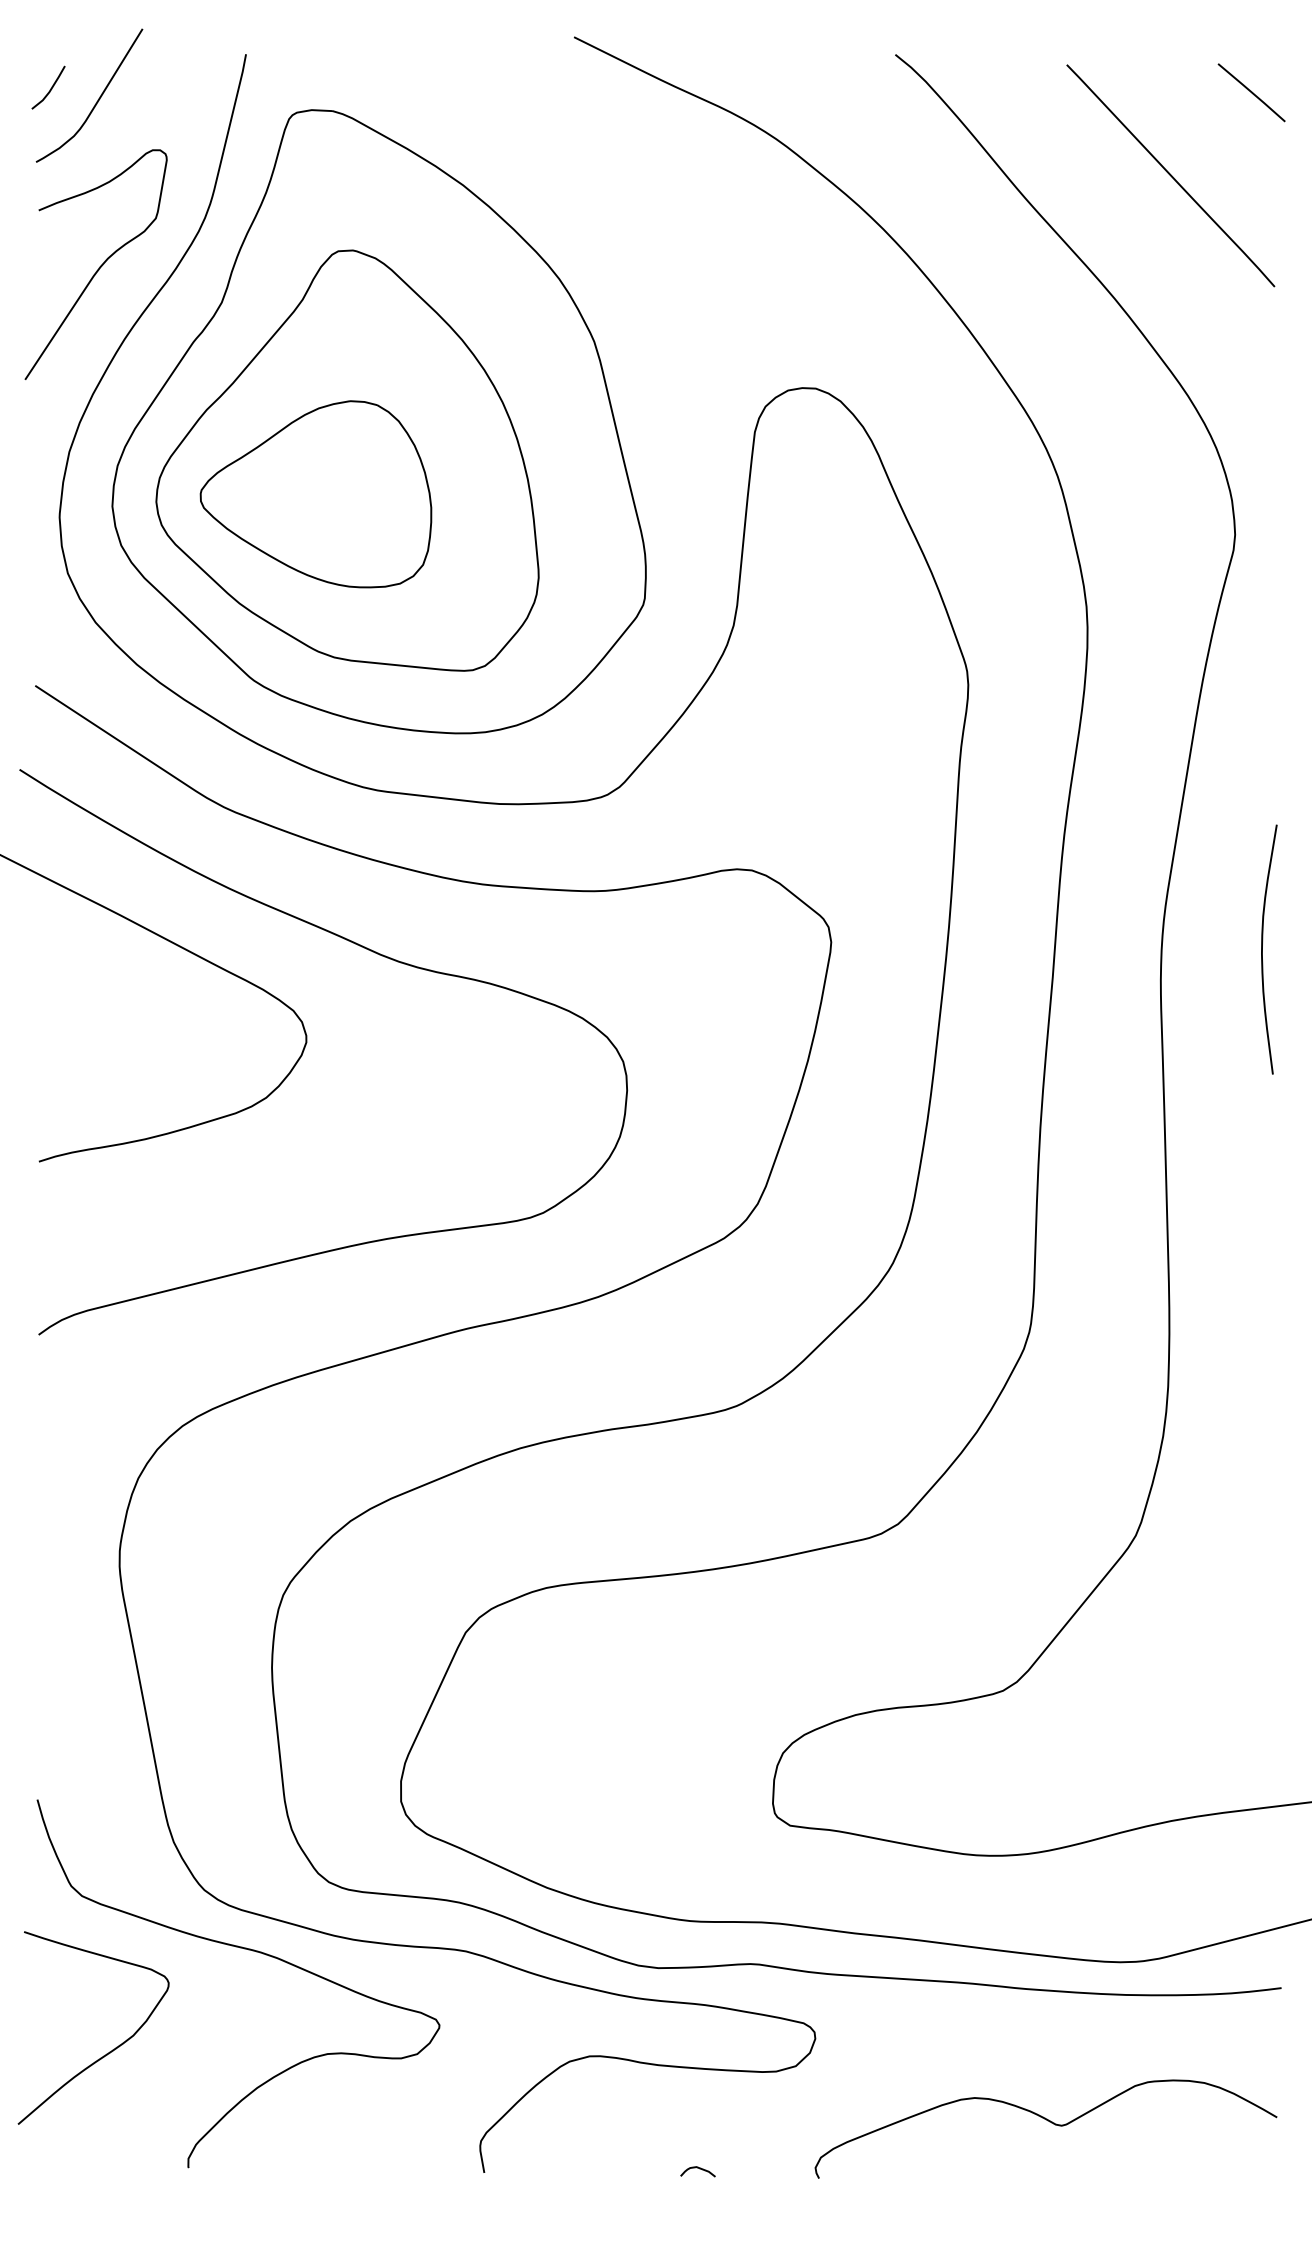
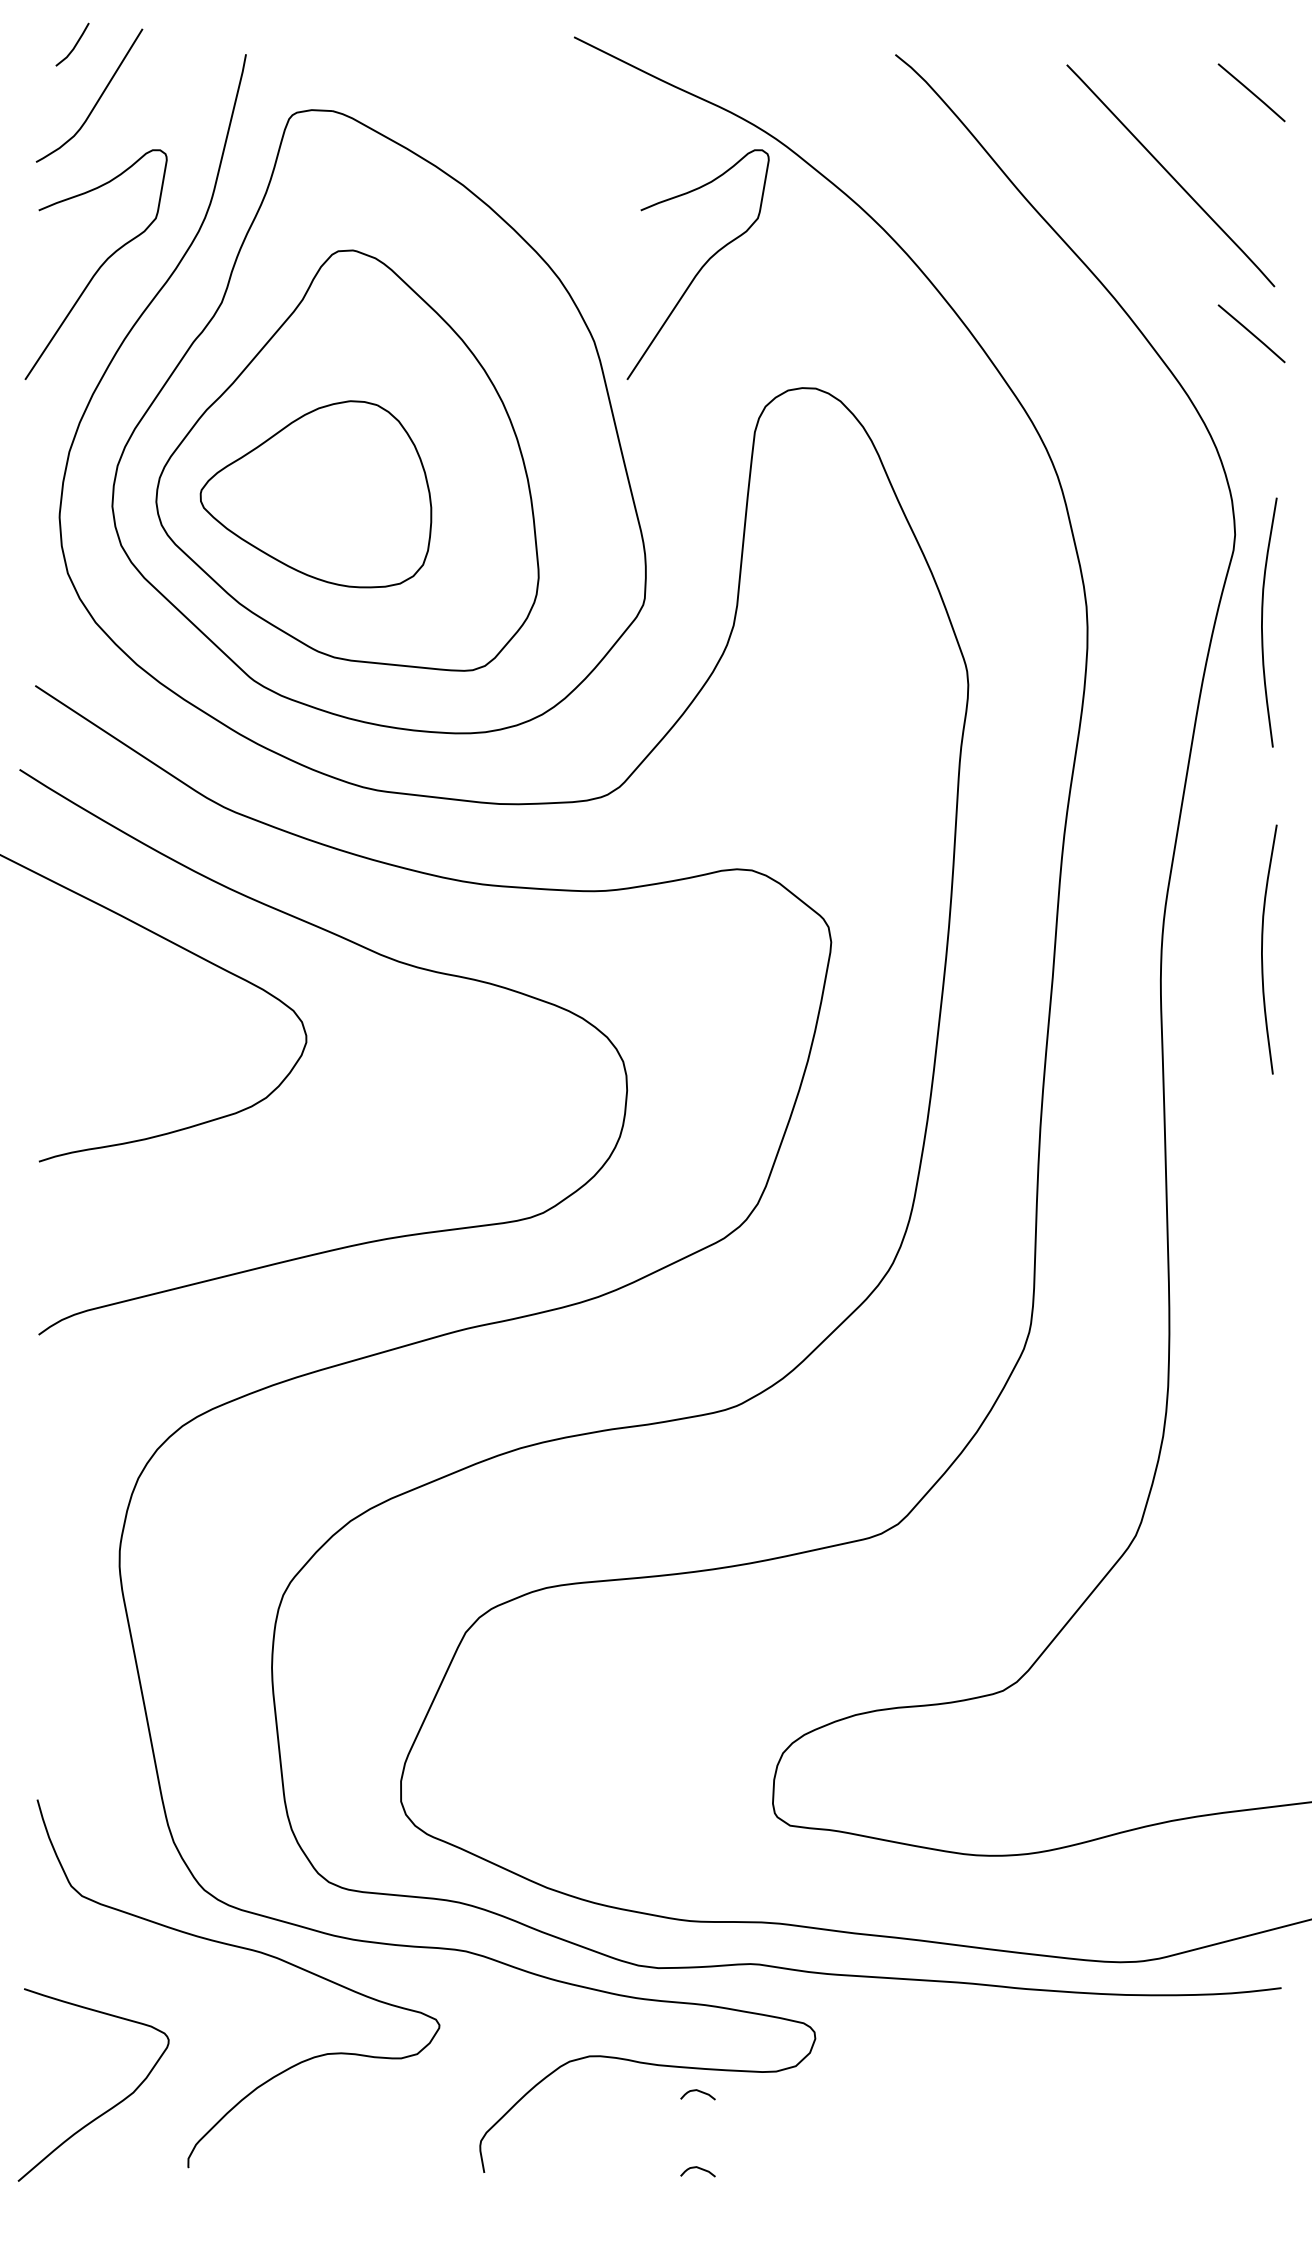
line at (50, 88) position: (50, 88) -> (74, 45)
curve at (701, 266): none -> present
line at (1251, 333): none -> present
curve at (1262, 622): none -> present
curve at (109, 2051) position: (109, 2051) -> (109, 2108)
curve at (699, 2092): none -> present
curve at (1049, 2122): present -> none
